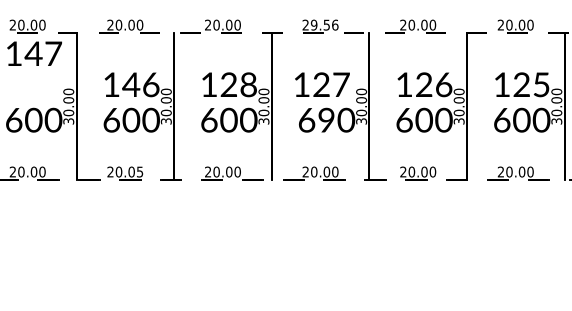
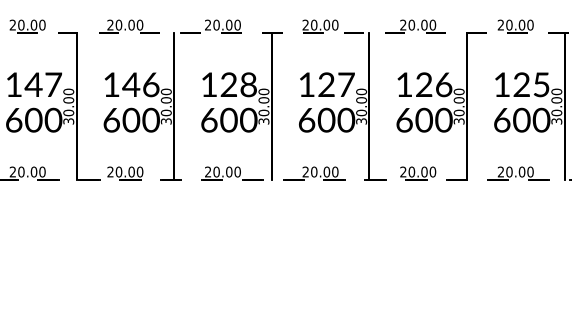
text at (324, 24): 29.56 -> 20.00
text at (34, 53) position: (34, 53) -> (34, 84)
text at (322, 84) position: (322, 84) -> (327, 84)
text at (326, 120): 690 -> 600
text at (139, 171): 20.05 -> 20.00
